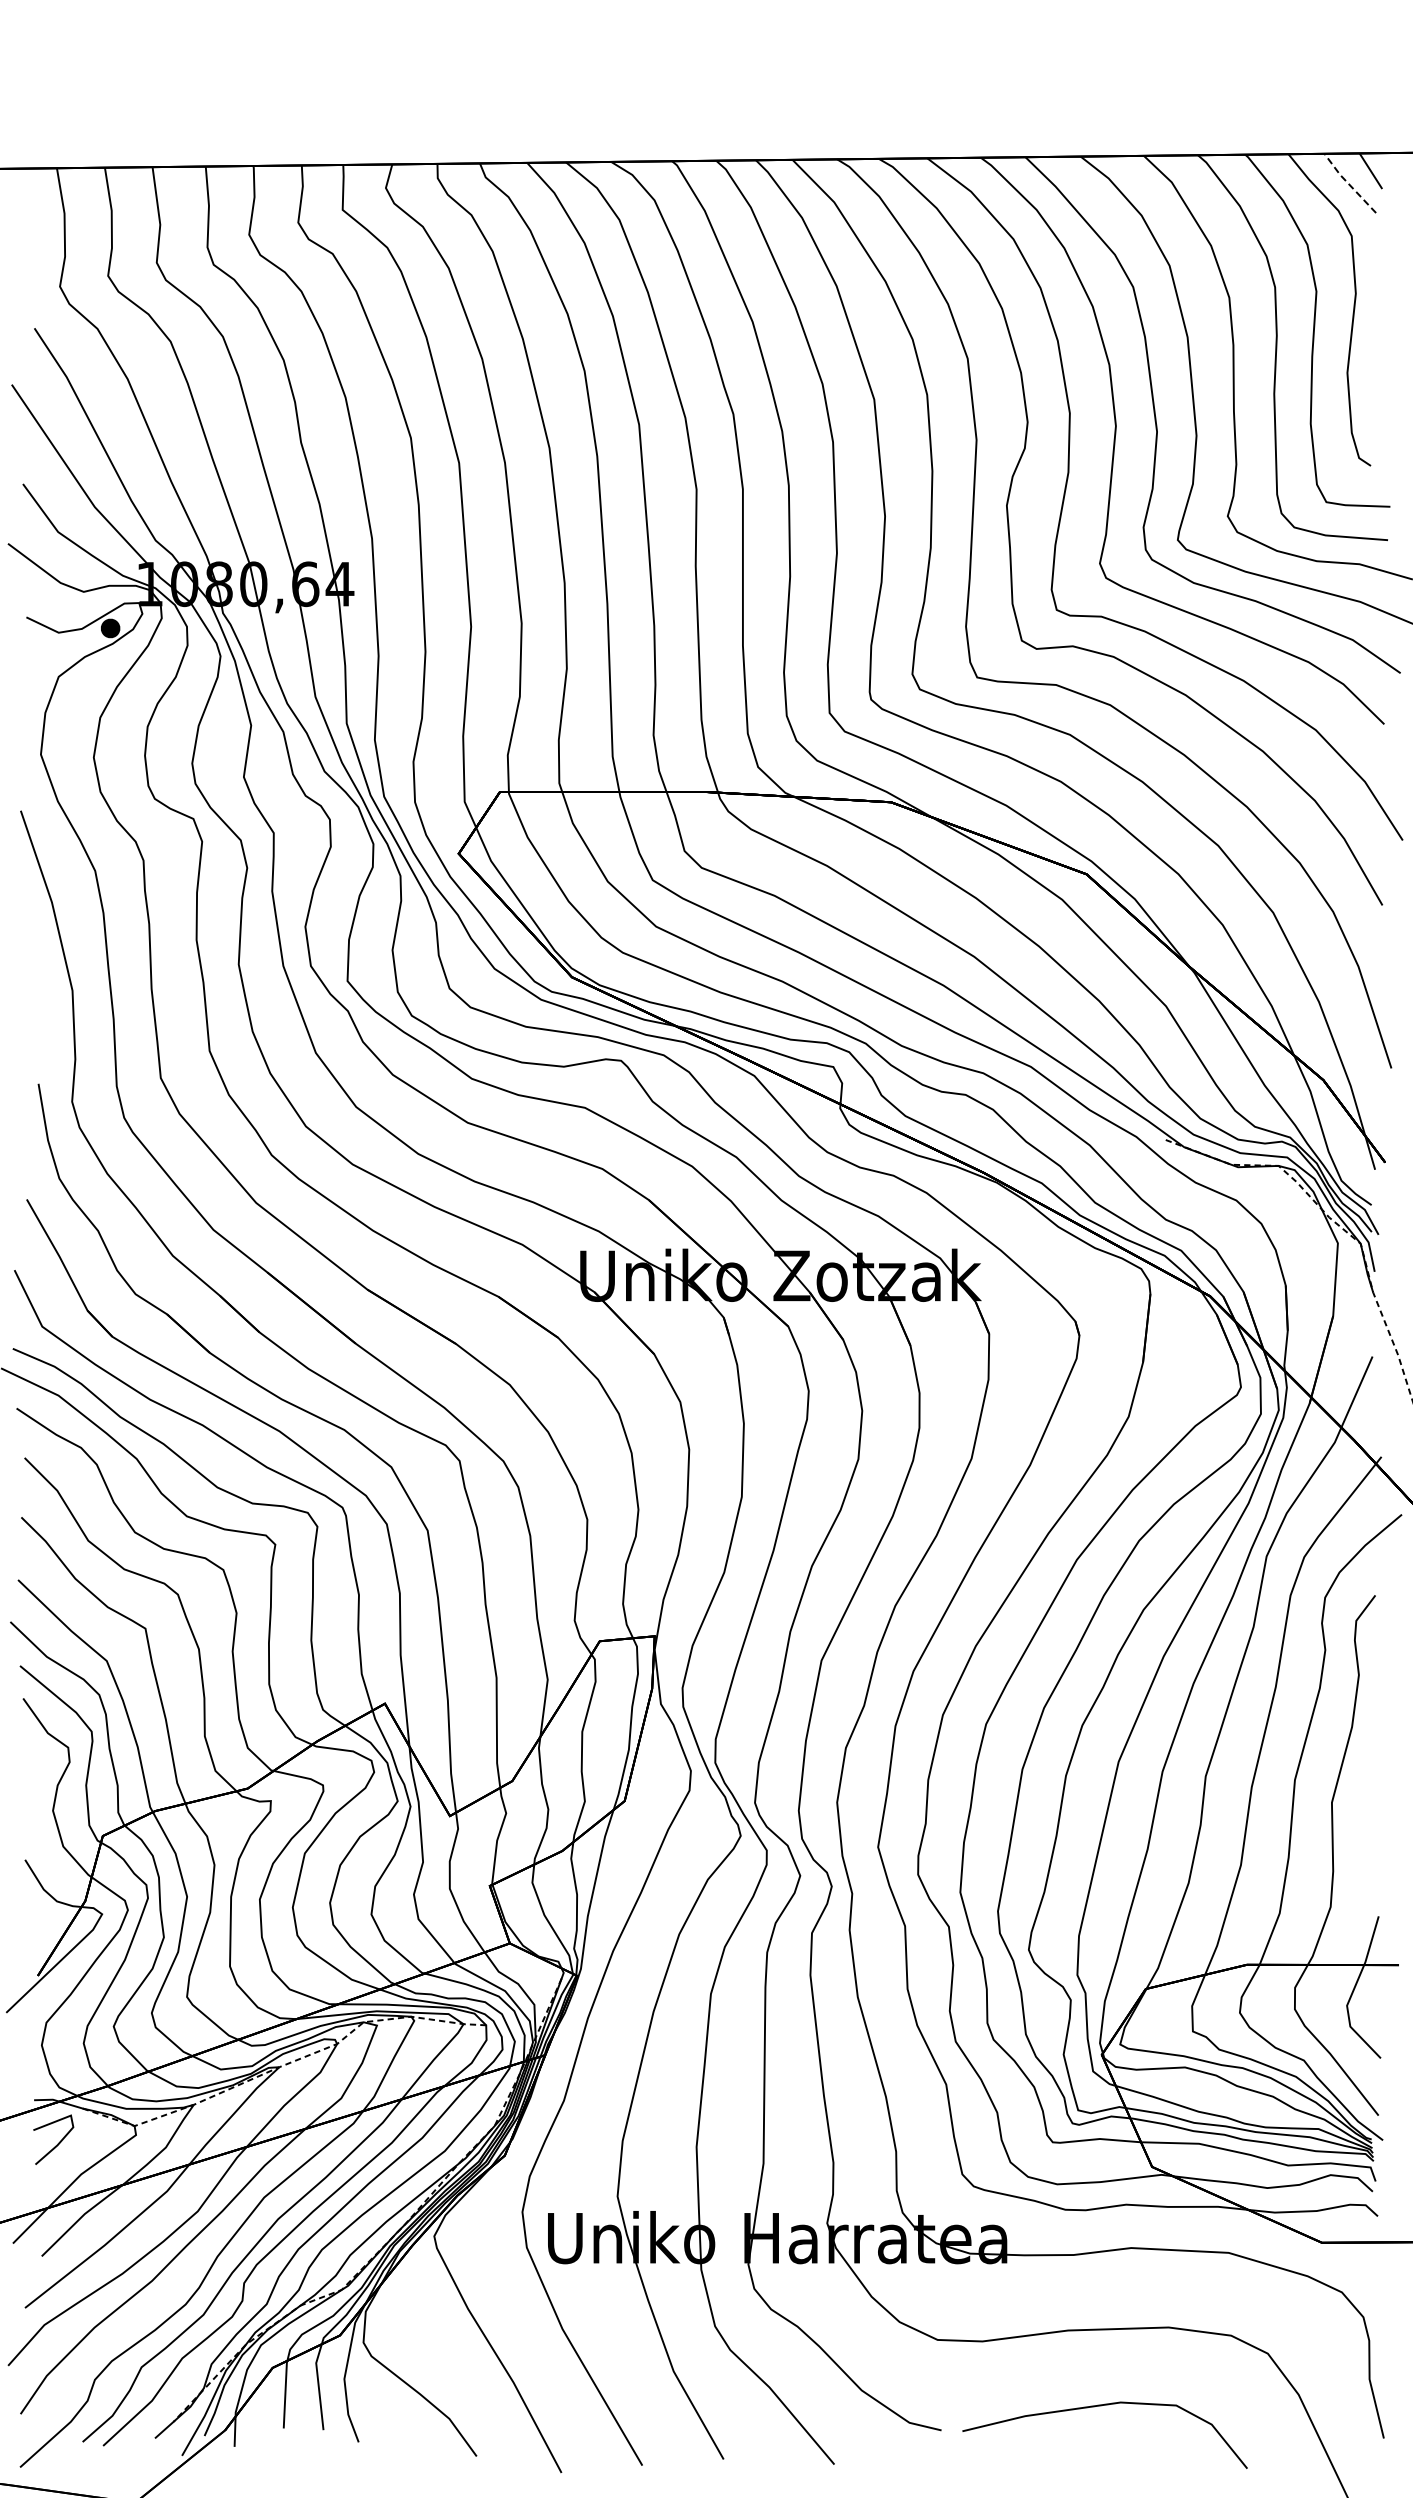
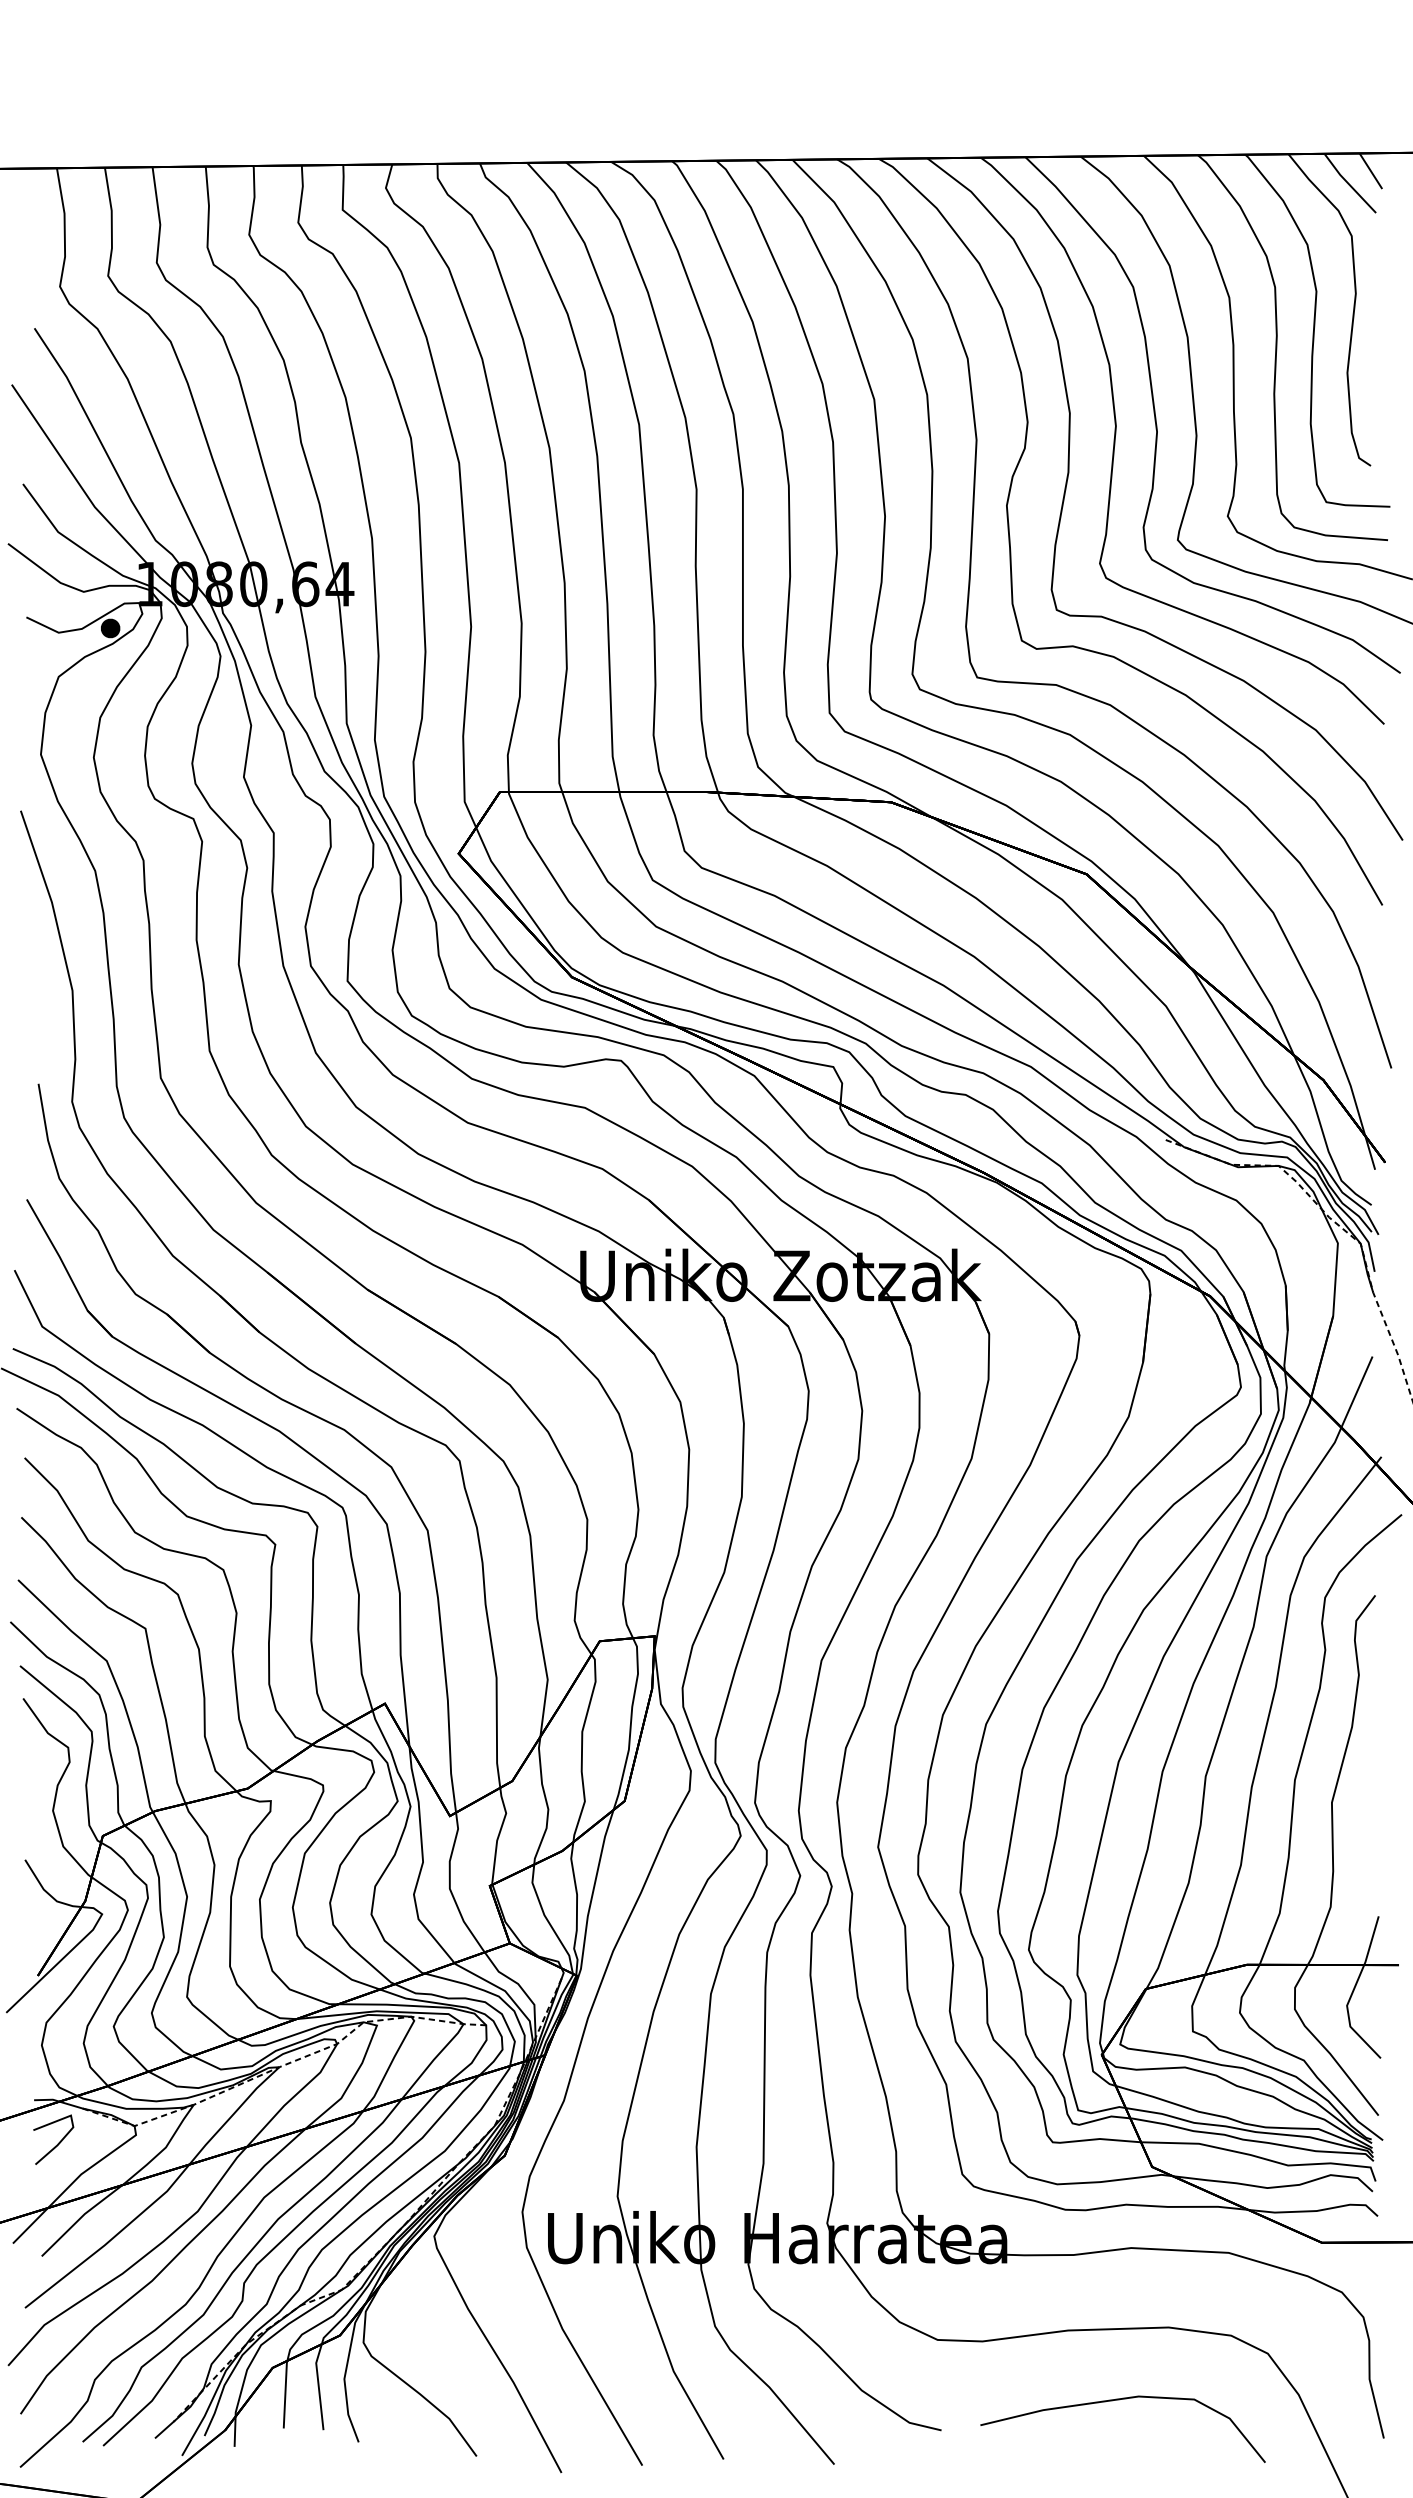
line at (1348, 183): dashed -> solid
curve at (1101, 2406) position: (1101, 2406) -> (1119, 2400)
